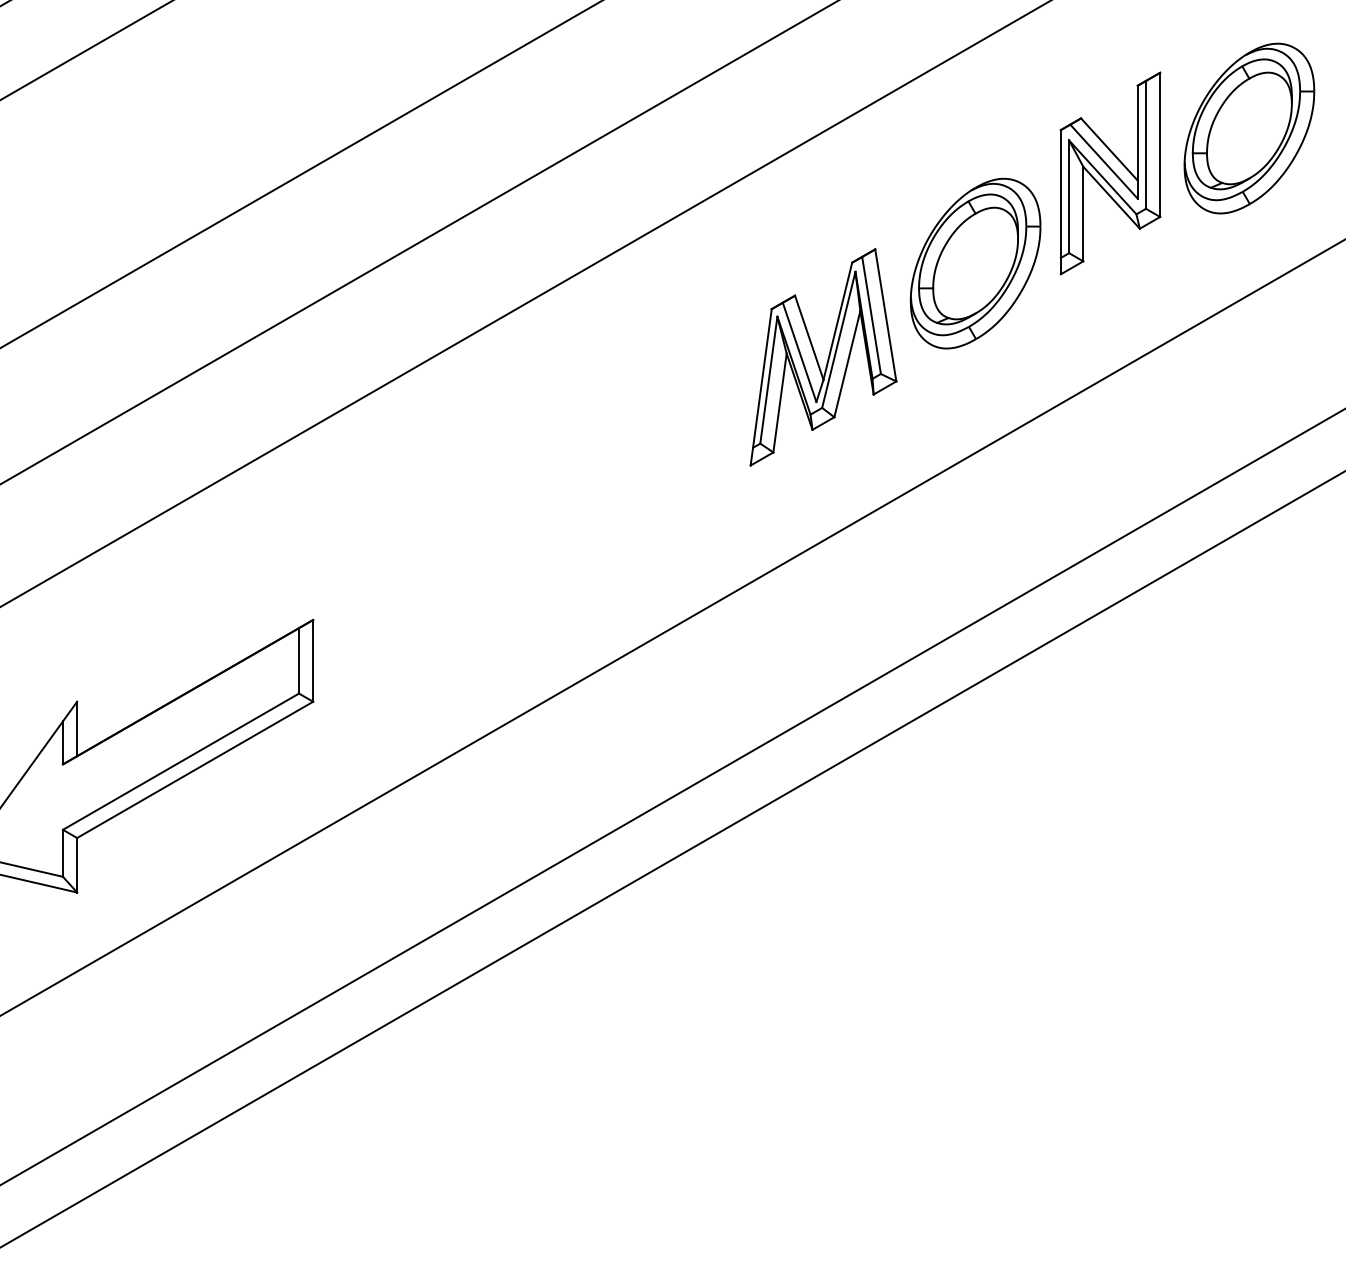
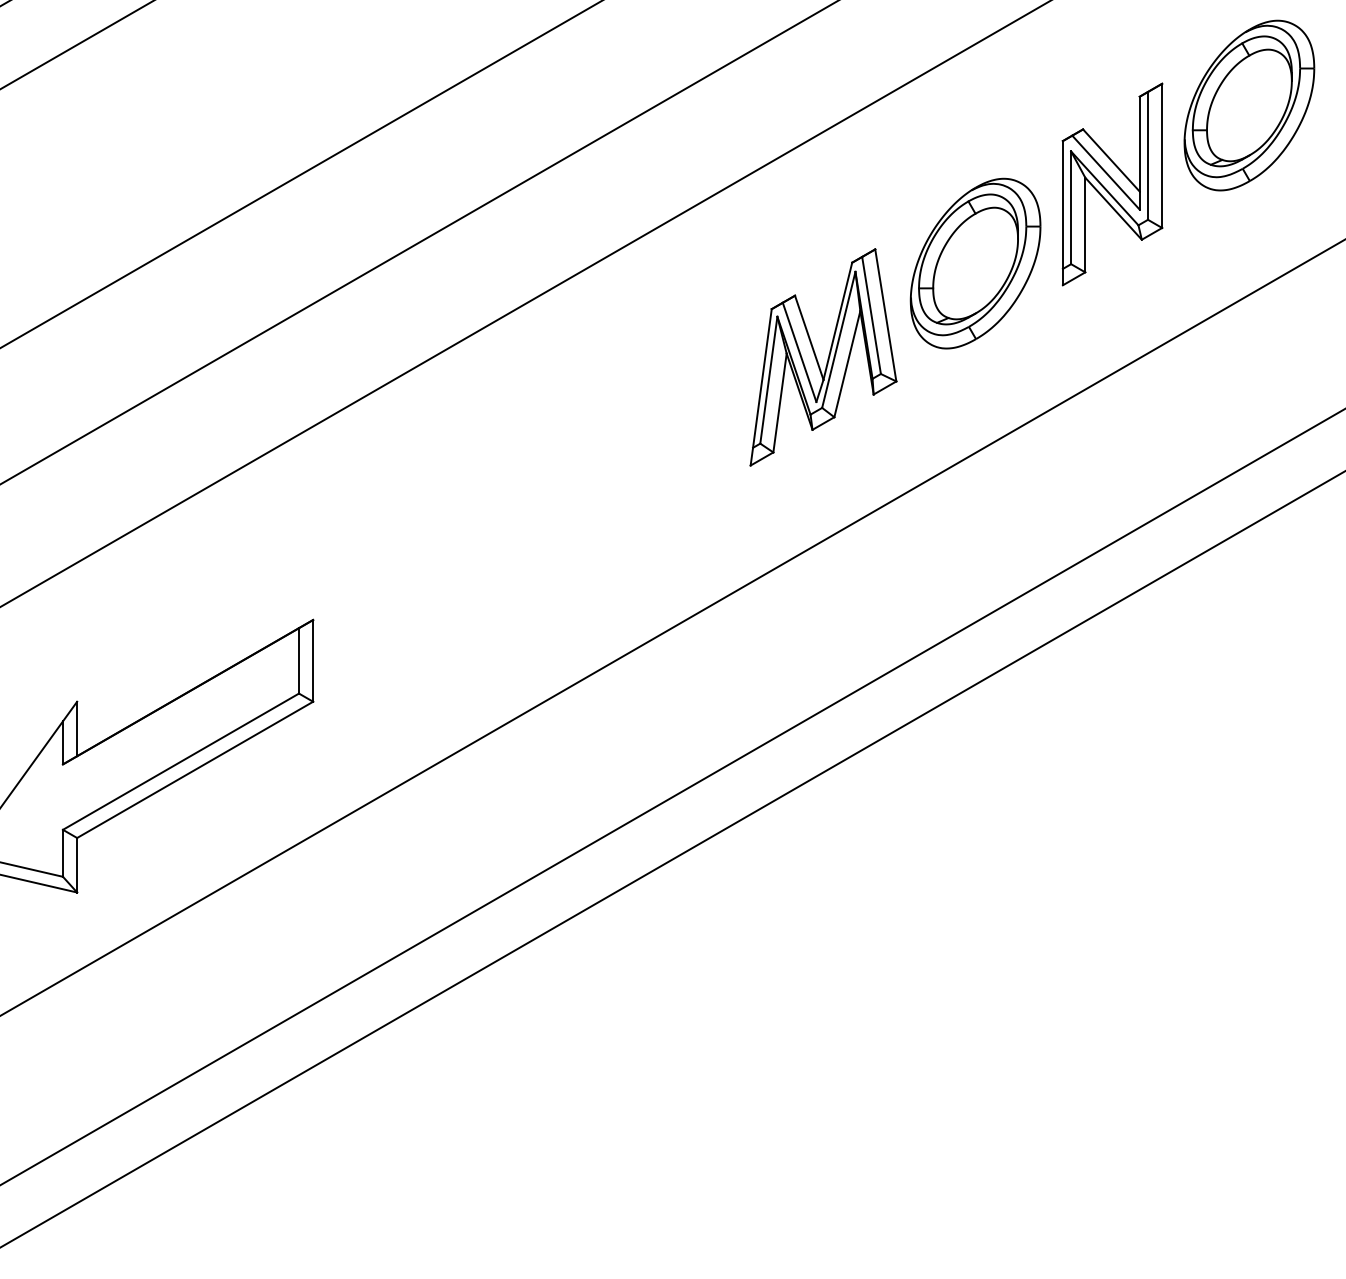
line at (85, 50) position: (85, 50) -> (76, 44)
part at (1249, 128) position: (1249, 128) -> (1249, 105)
part at (1110, 173) position: (1110, 173) -> (1112, 184)
